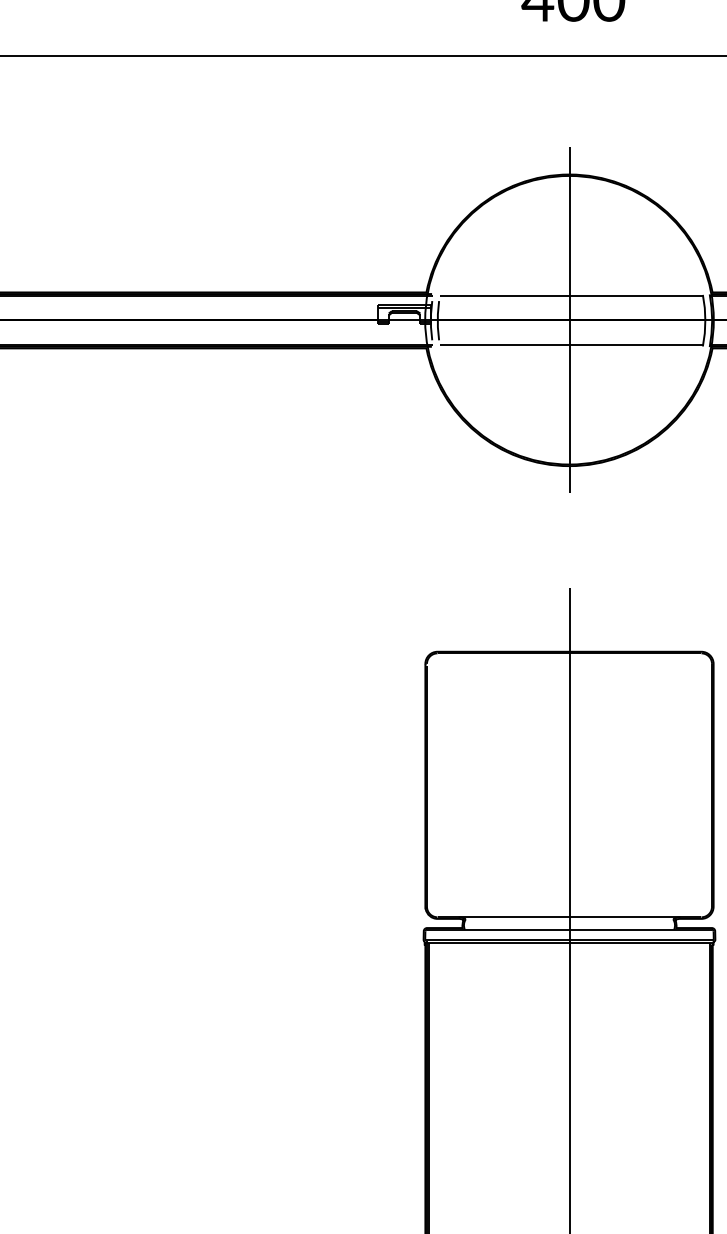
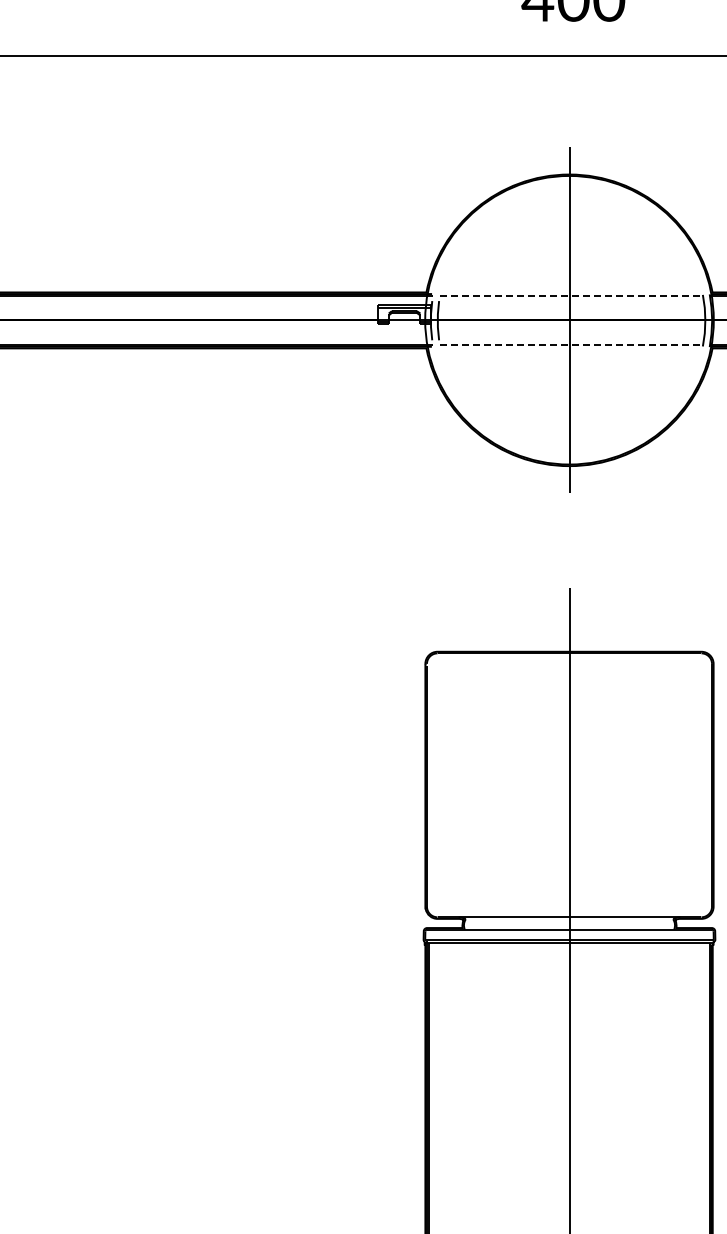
line at (572, 295): solid -> dashed
line at (572, 345): solid -> dashed
